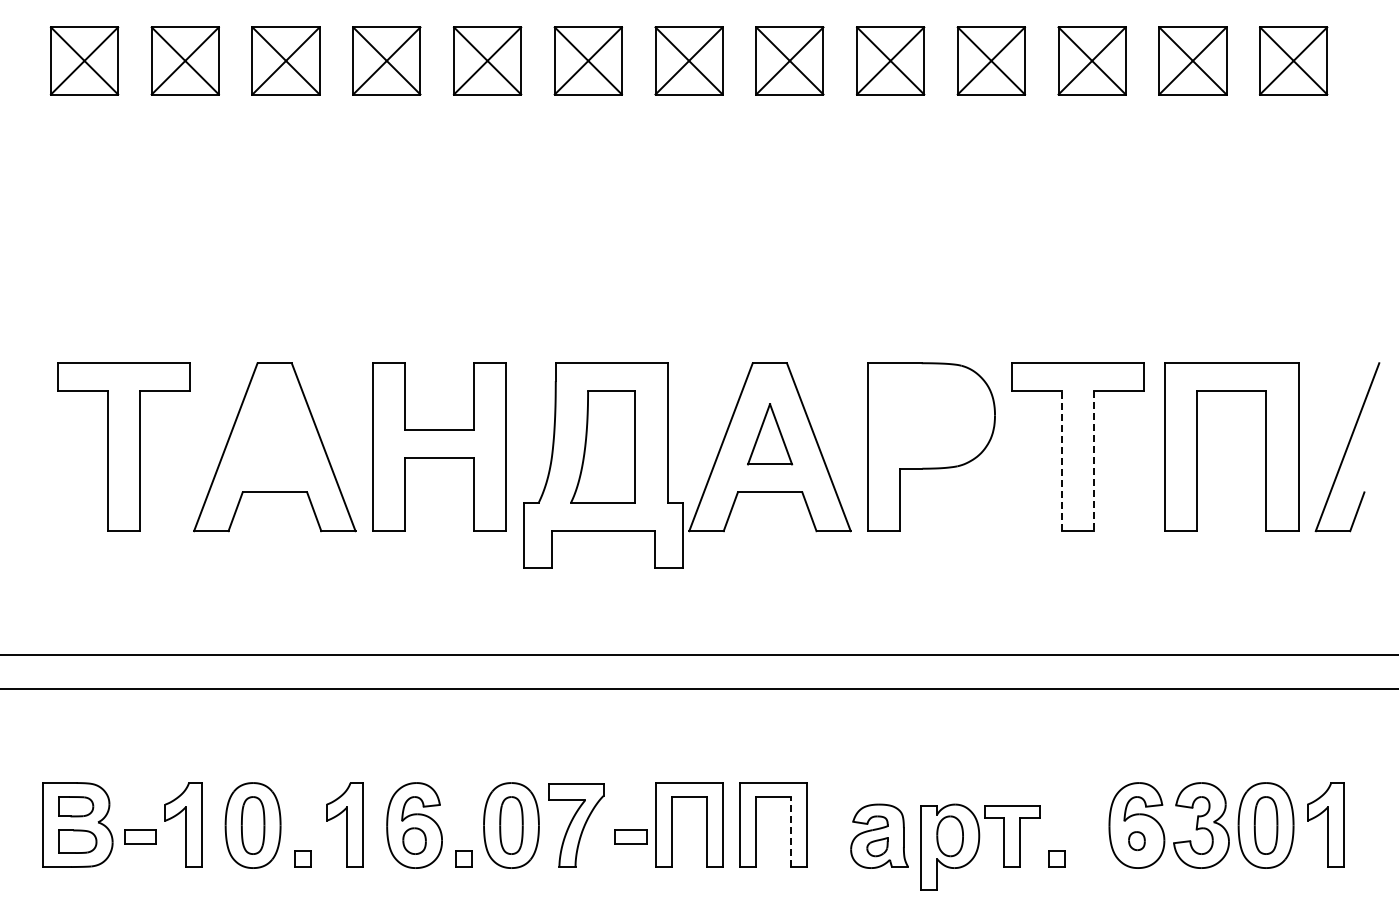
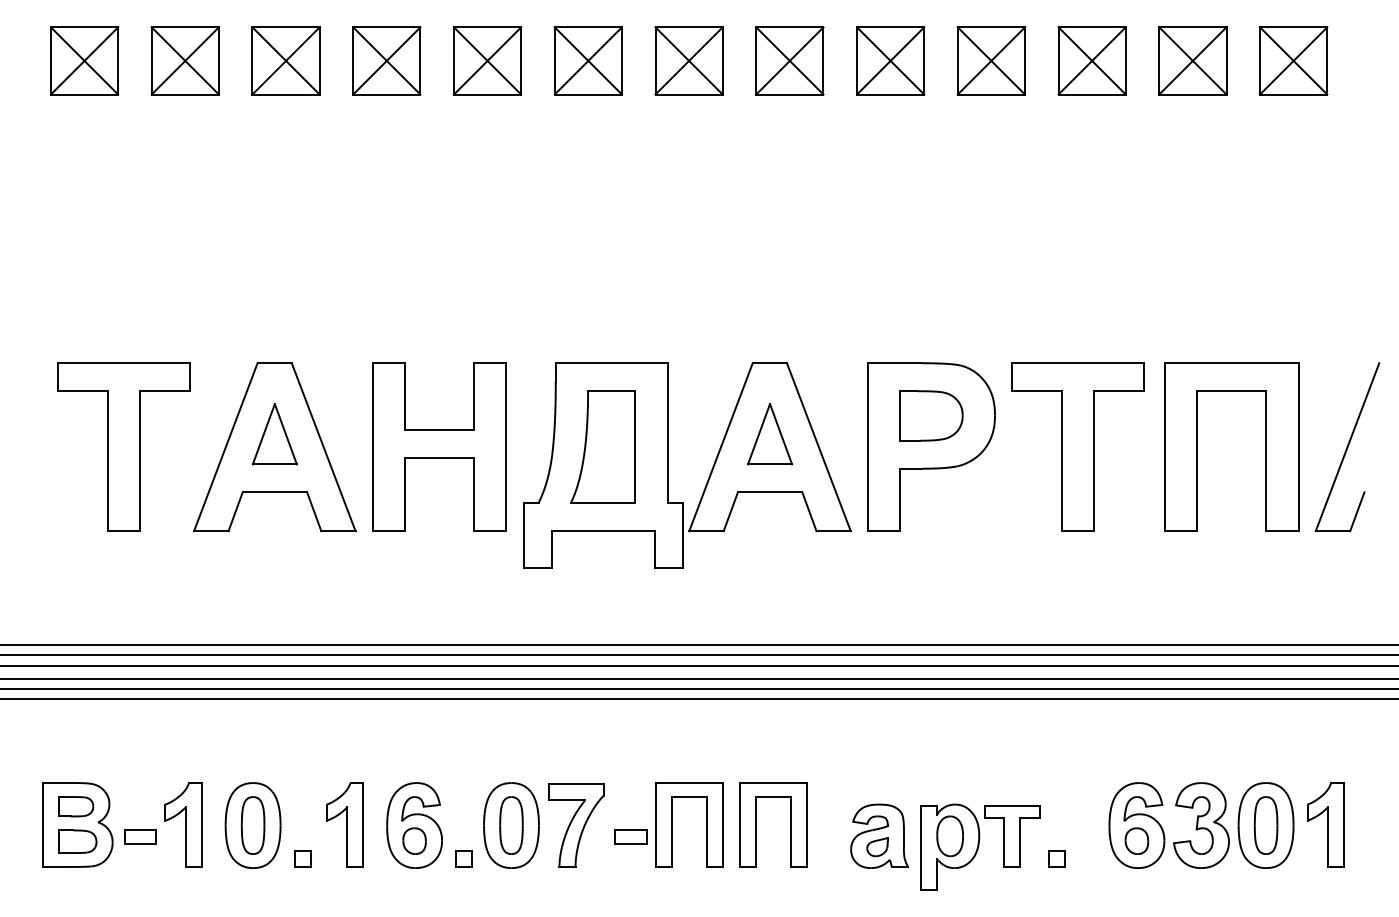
part at (931, 415): none -> present
part at (274, 434): none -> present
line at (1061, 461): dashed -> solid
line at (1094, 461): dashed -> solid
line at (698, 645): none -> present
line at (698, 665): none -> present
line at (698, 678): none -> present
line at (698, 699): none -> present
line at (790, 832): dashed -> solid
part at (1136, 840) size: 18x20 px -> 26x28 px
